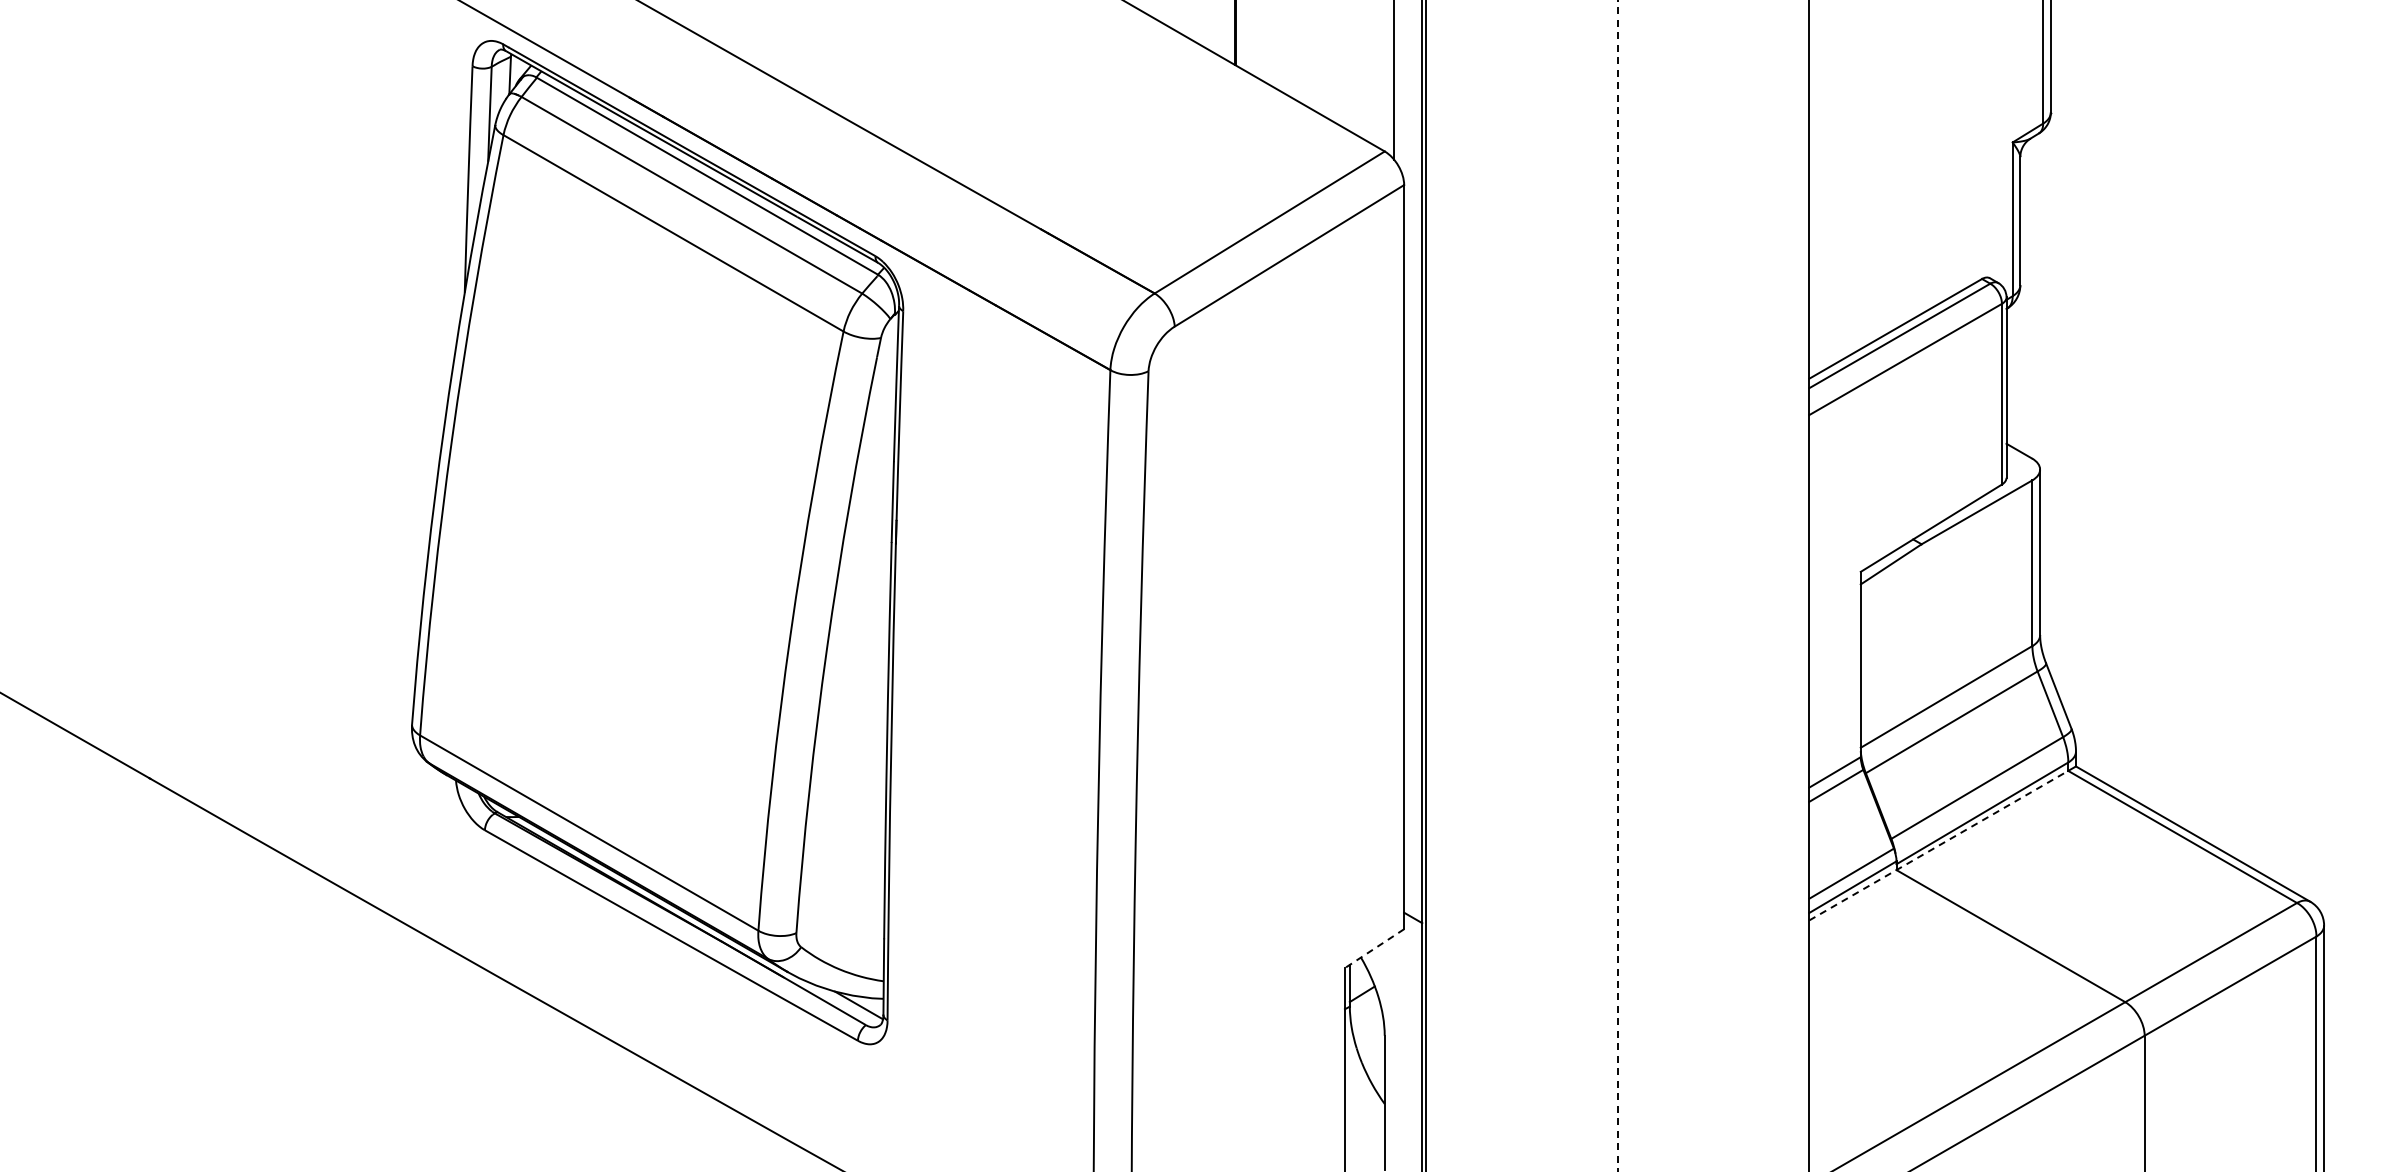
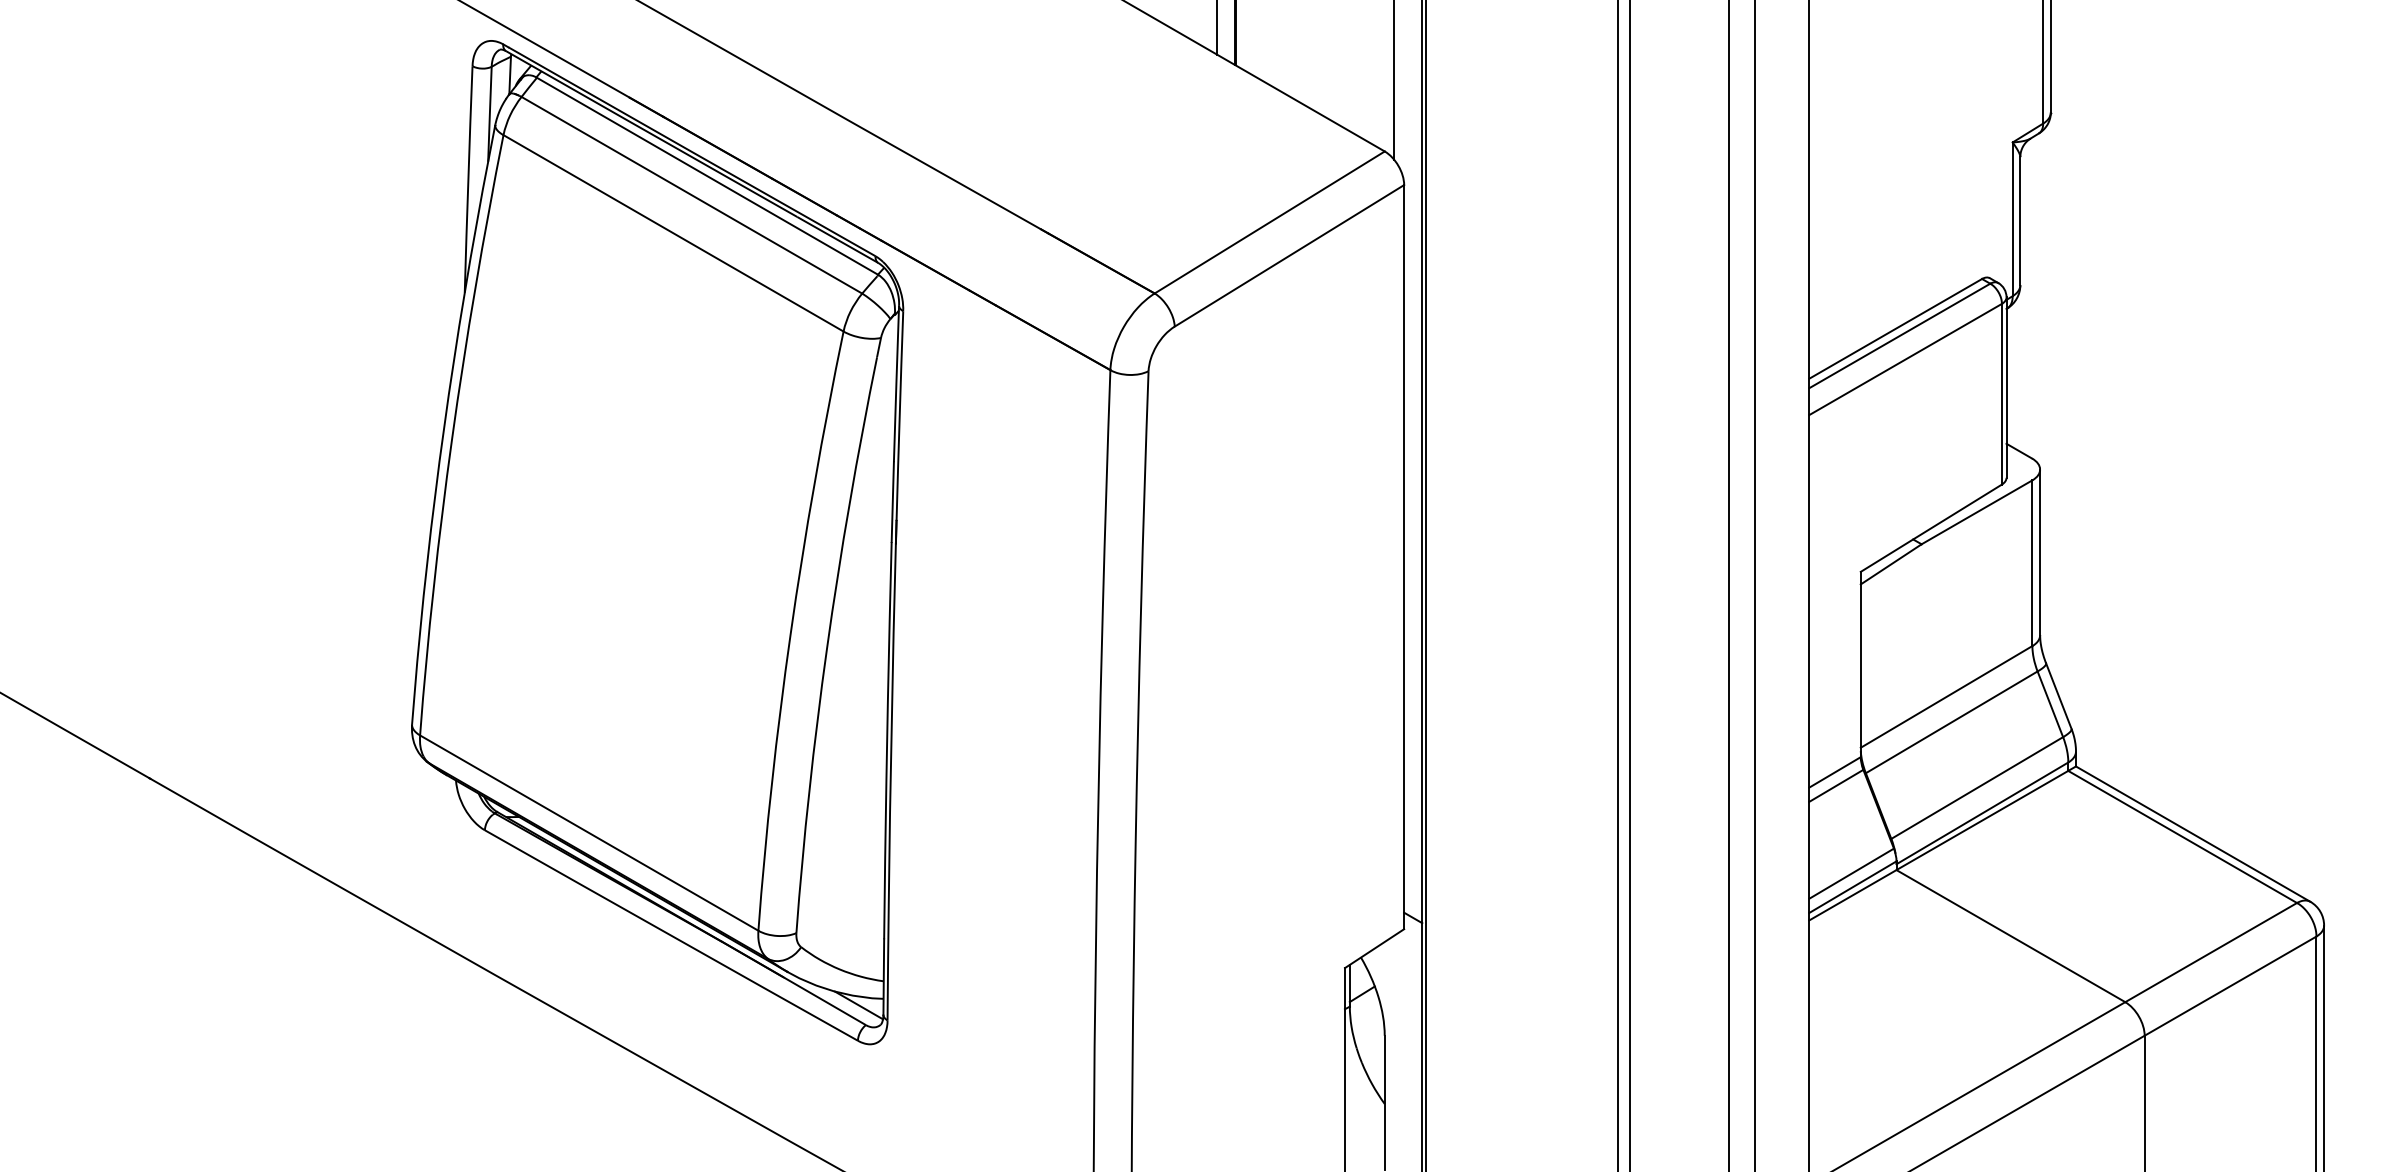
line at (1217, 28): none -> present
line at (1630, 585): none -> present
line at (1728, 585): none -> present
line at (1754, 585): none -> present
line at (1617, 586): dashed -> solid
line at (1938, 845): dashed -> solid
line at (1374, 948): dashed -> solid
